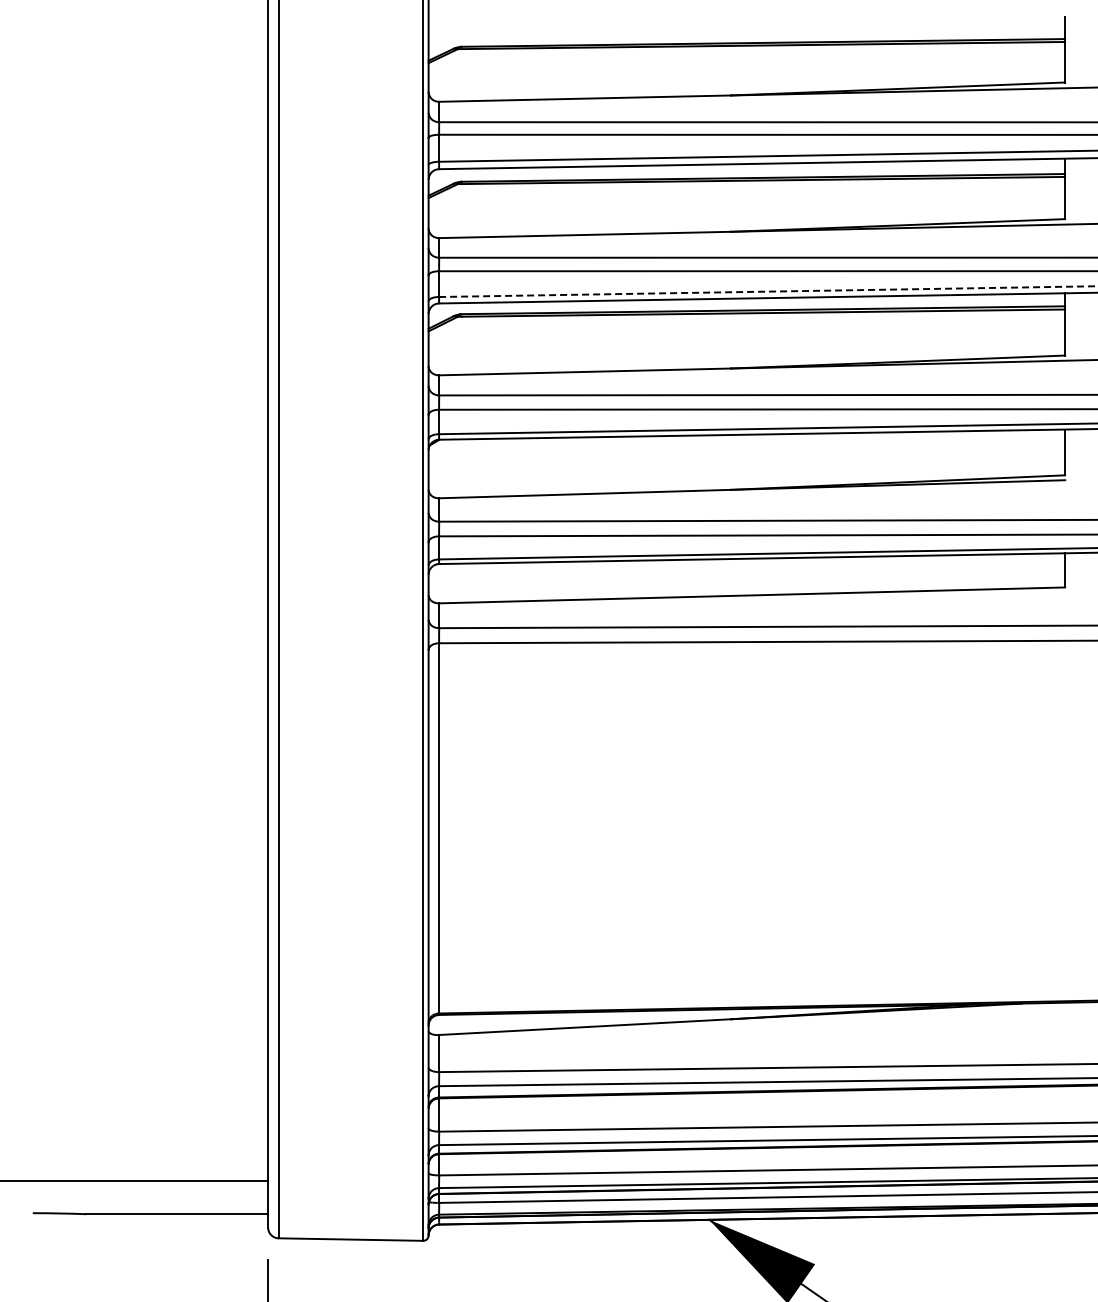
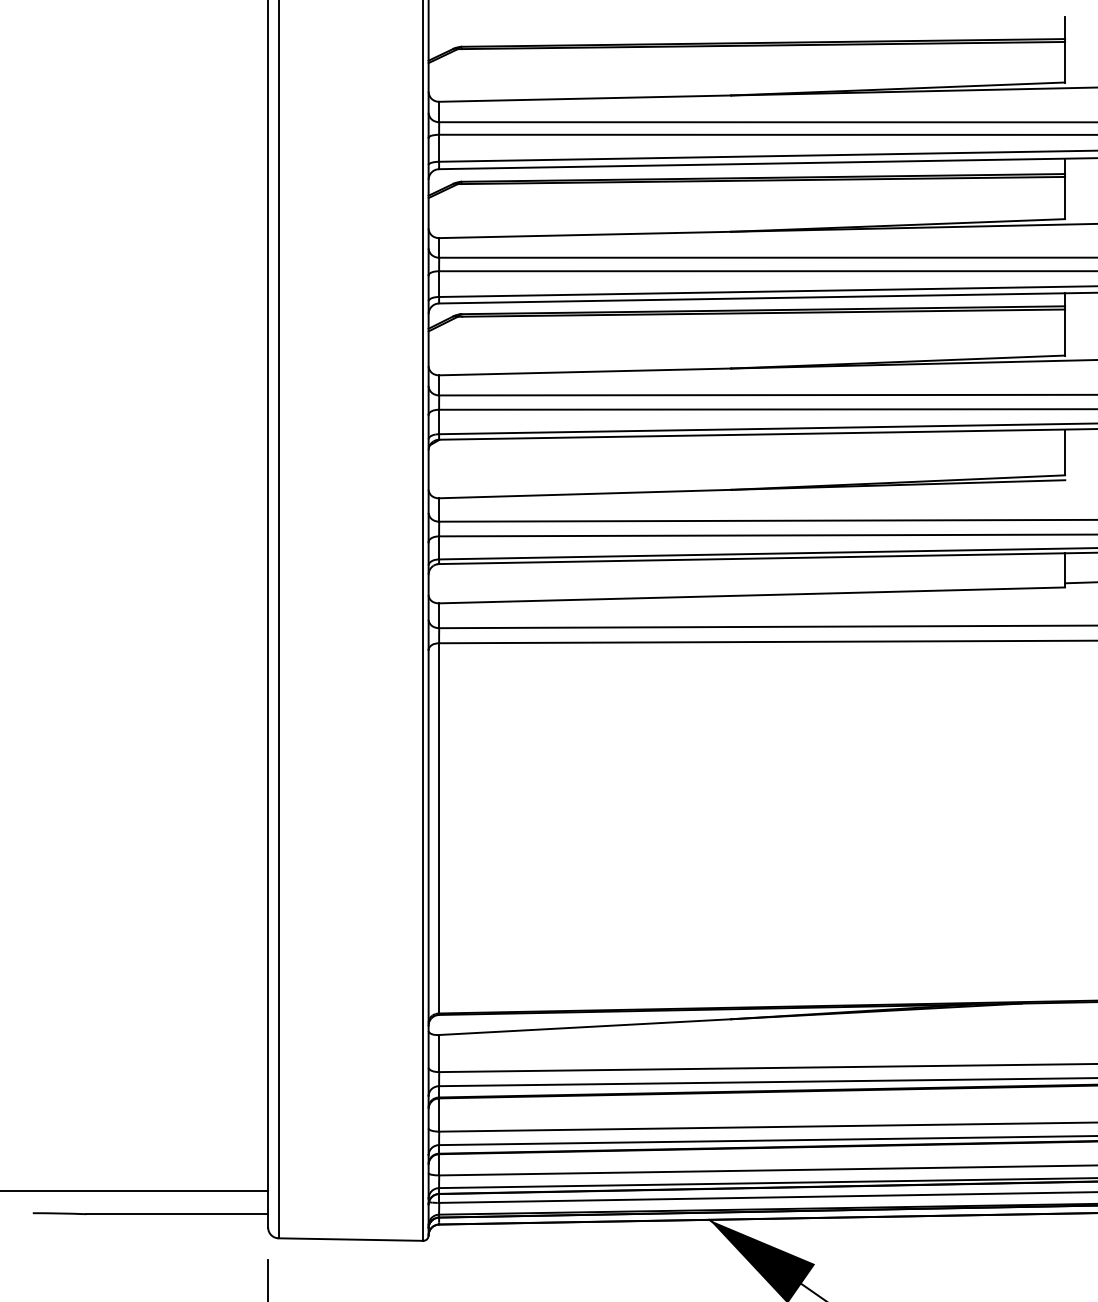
line at (768, 291): dashed -> solid
line at (1079, 582): none -> present
line at (135, 1181) position: (135, 1181) -> (135, 1191)
